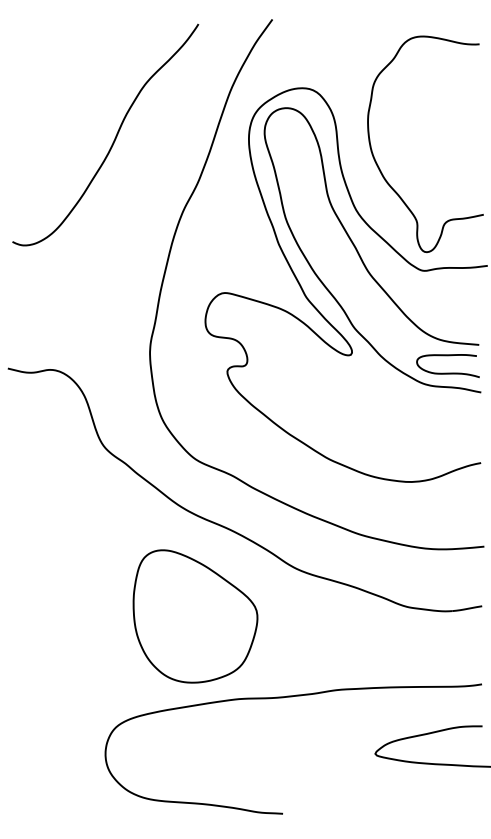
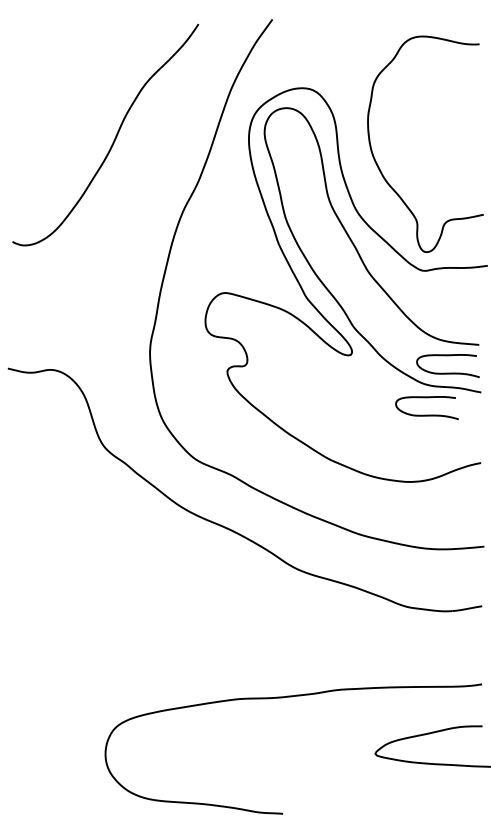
curve at (426, 414): none -> present
part at (195, 616): present -> none
